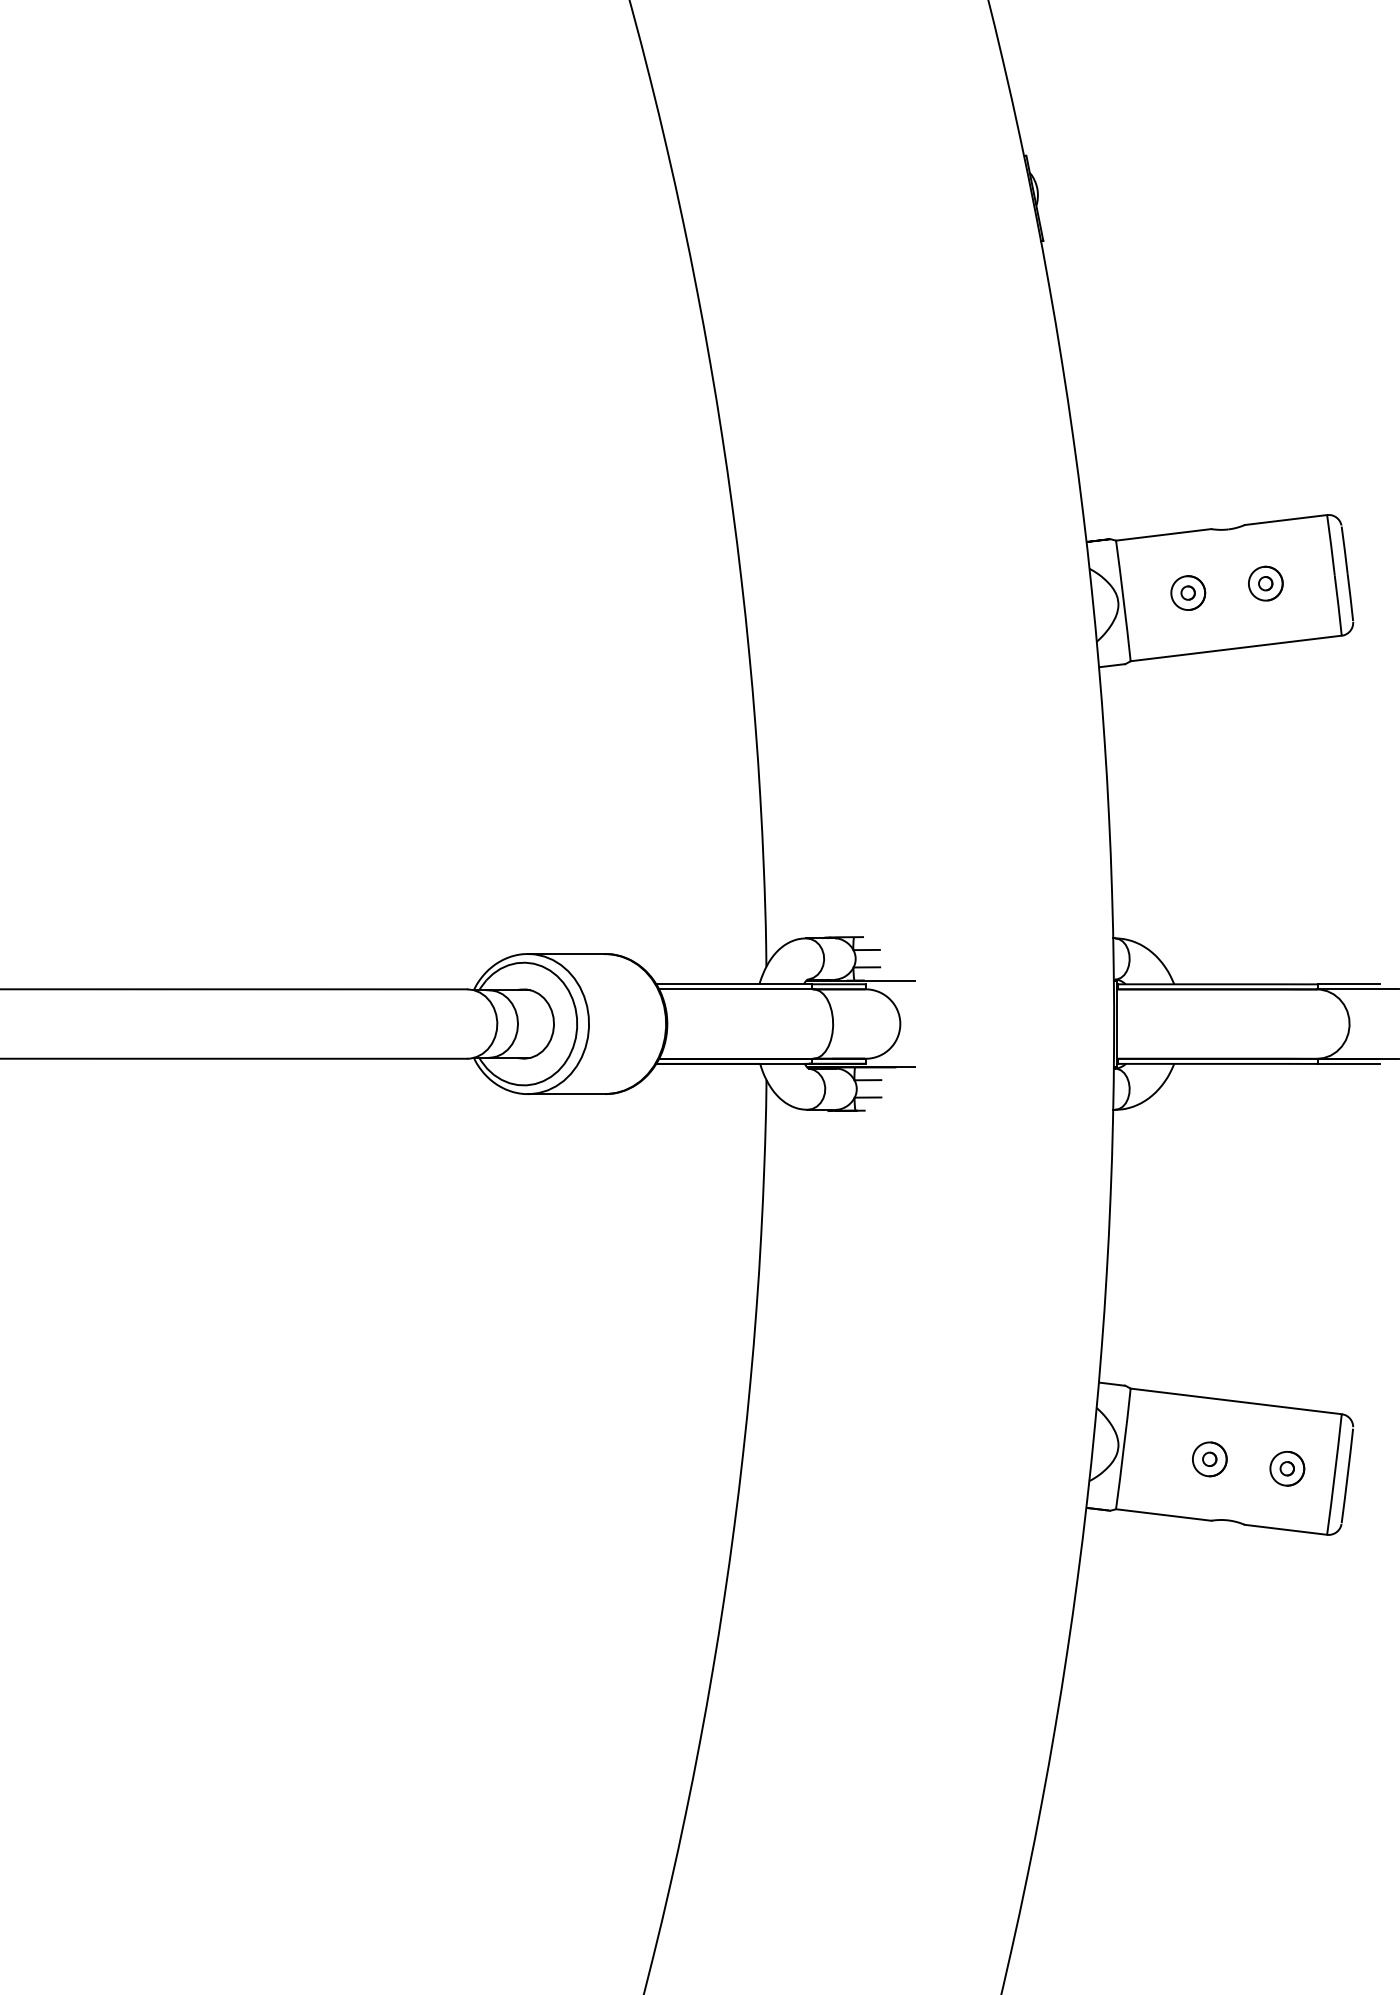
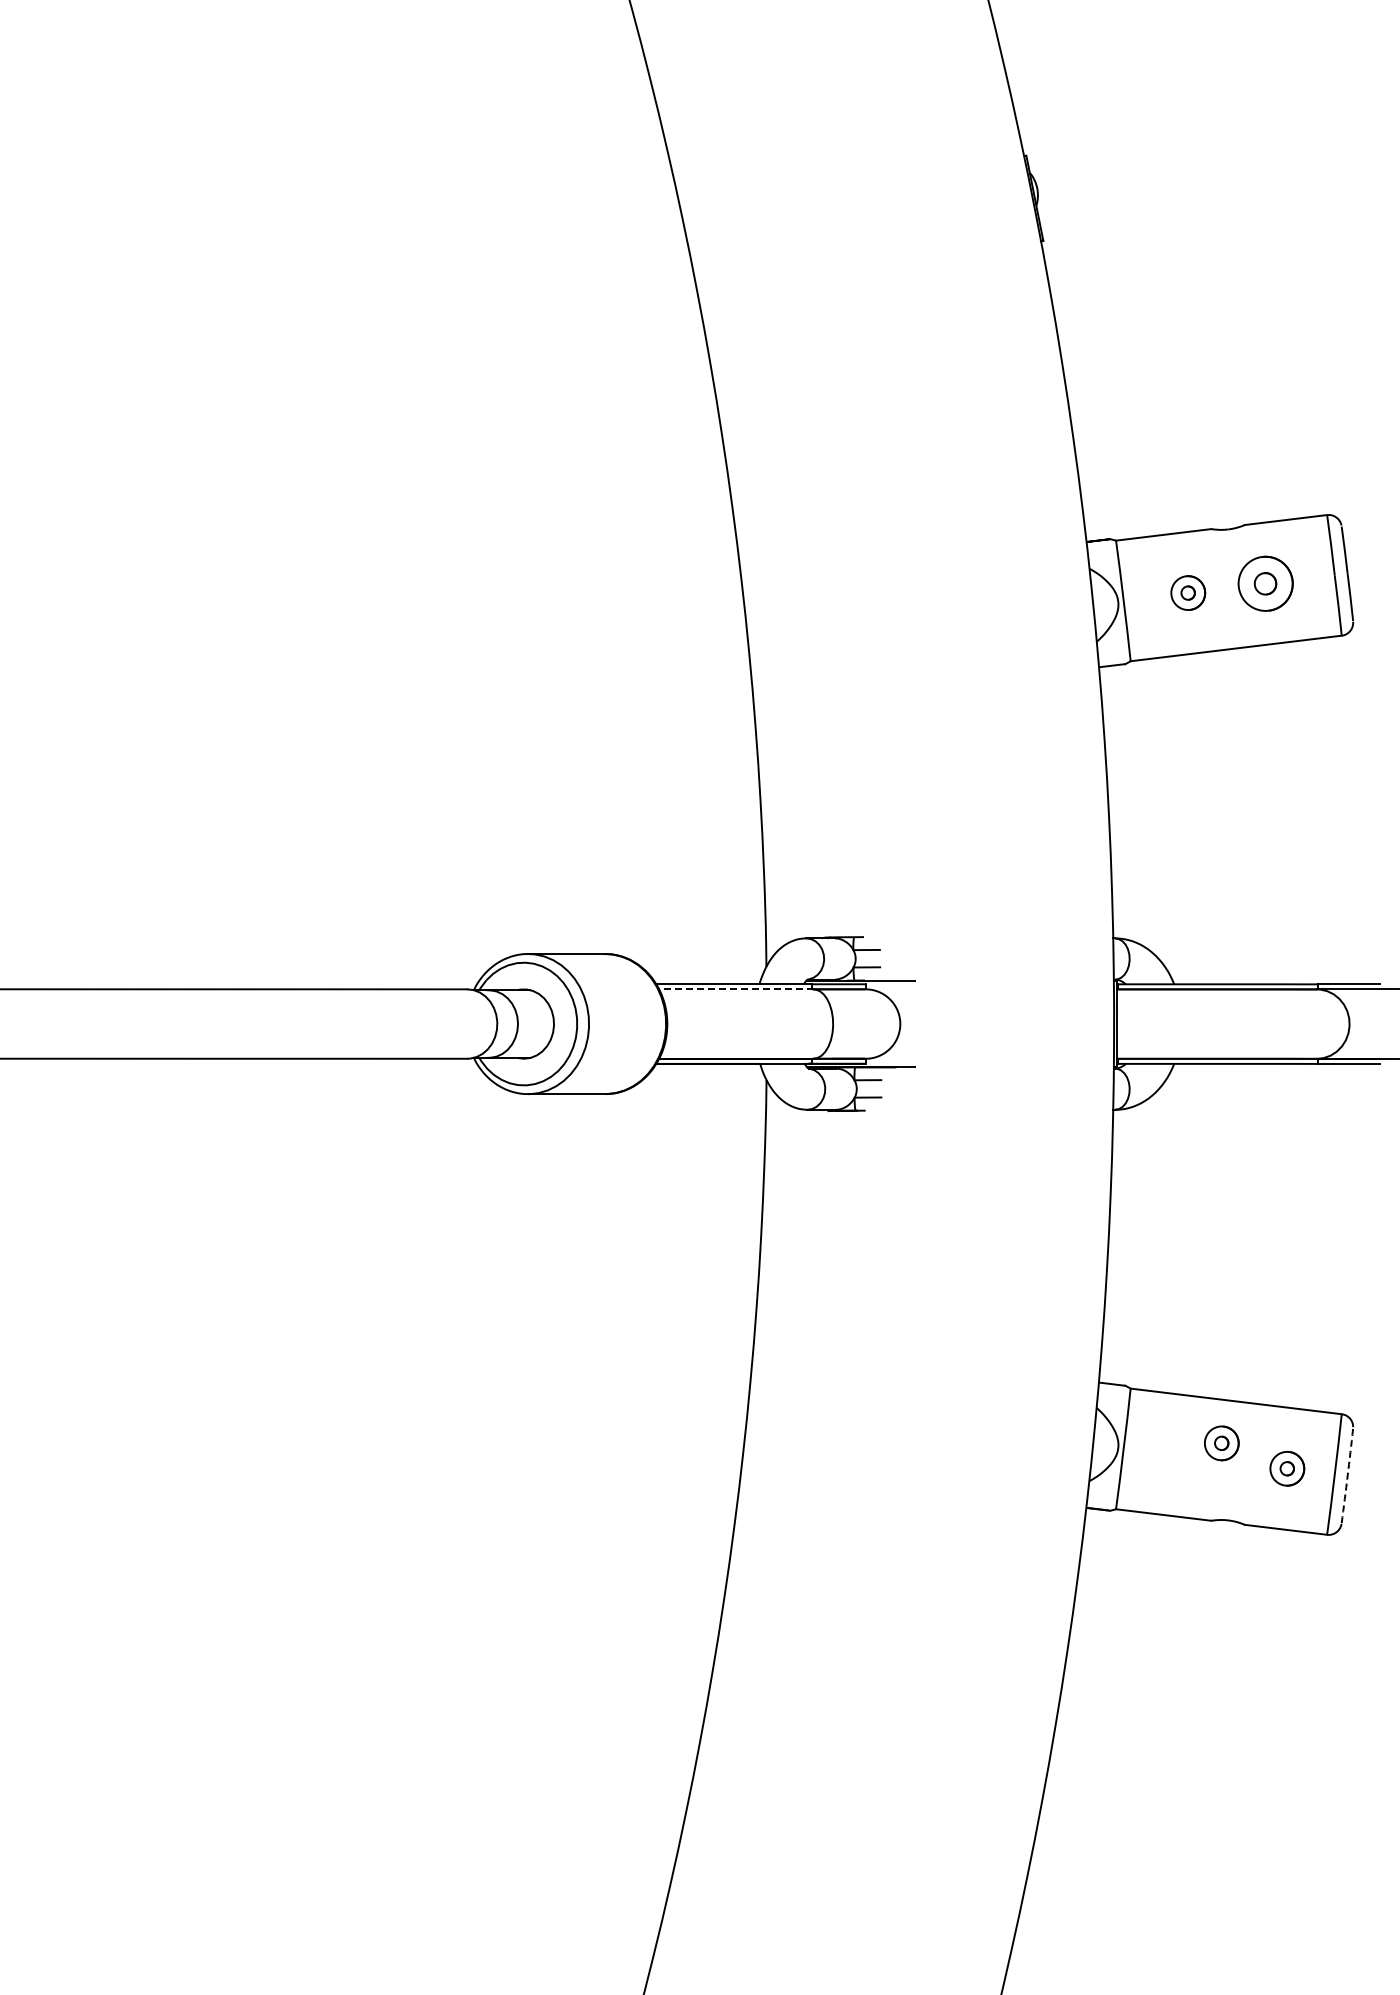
part at (1265, 583) size: 36x37 px -> 57x57 px
line at (735, 989): solid -> dashed
part at (1209, 1459) position: (1209, 1459) -> (1221, 1443)
arc at (1347, 1476): solid -> dashed
